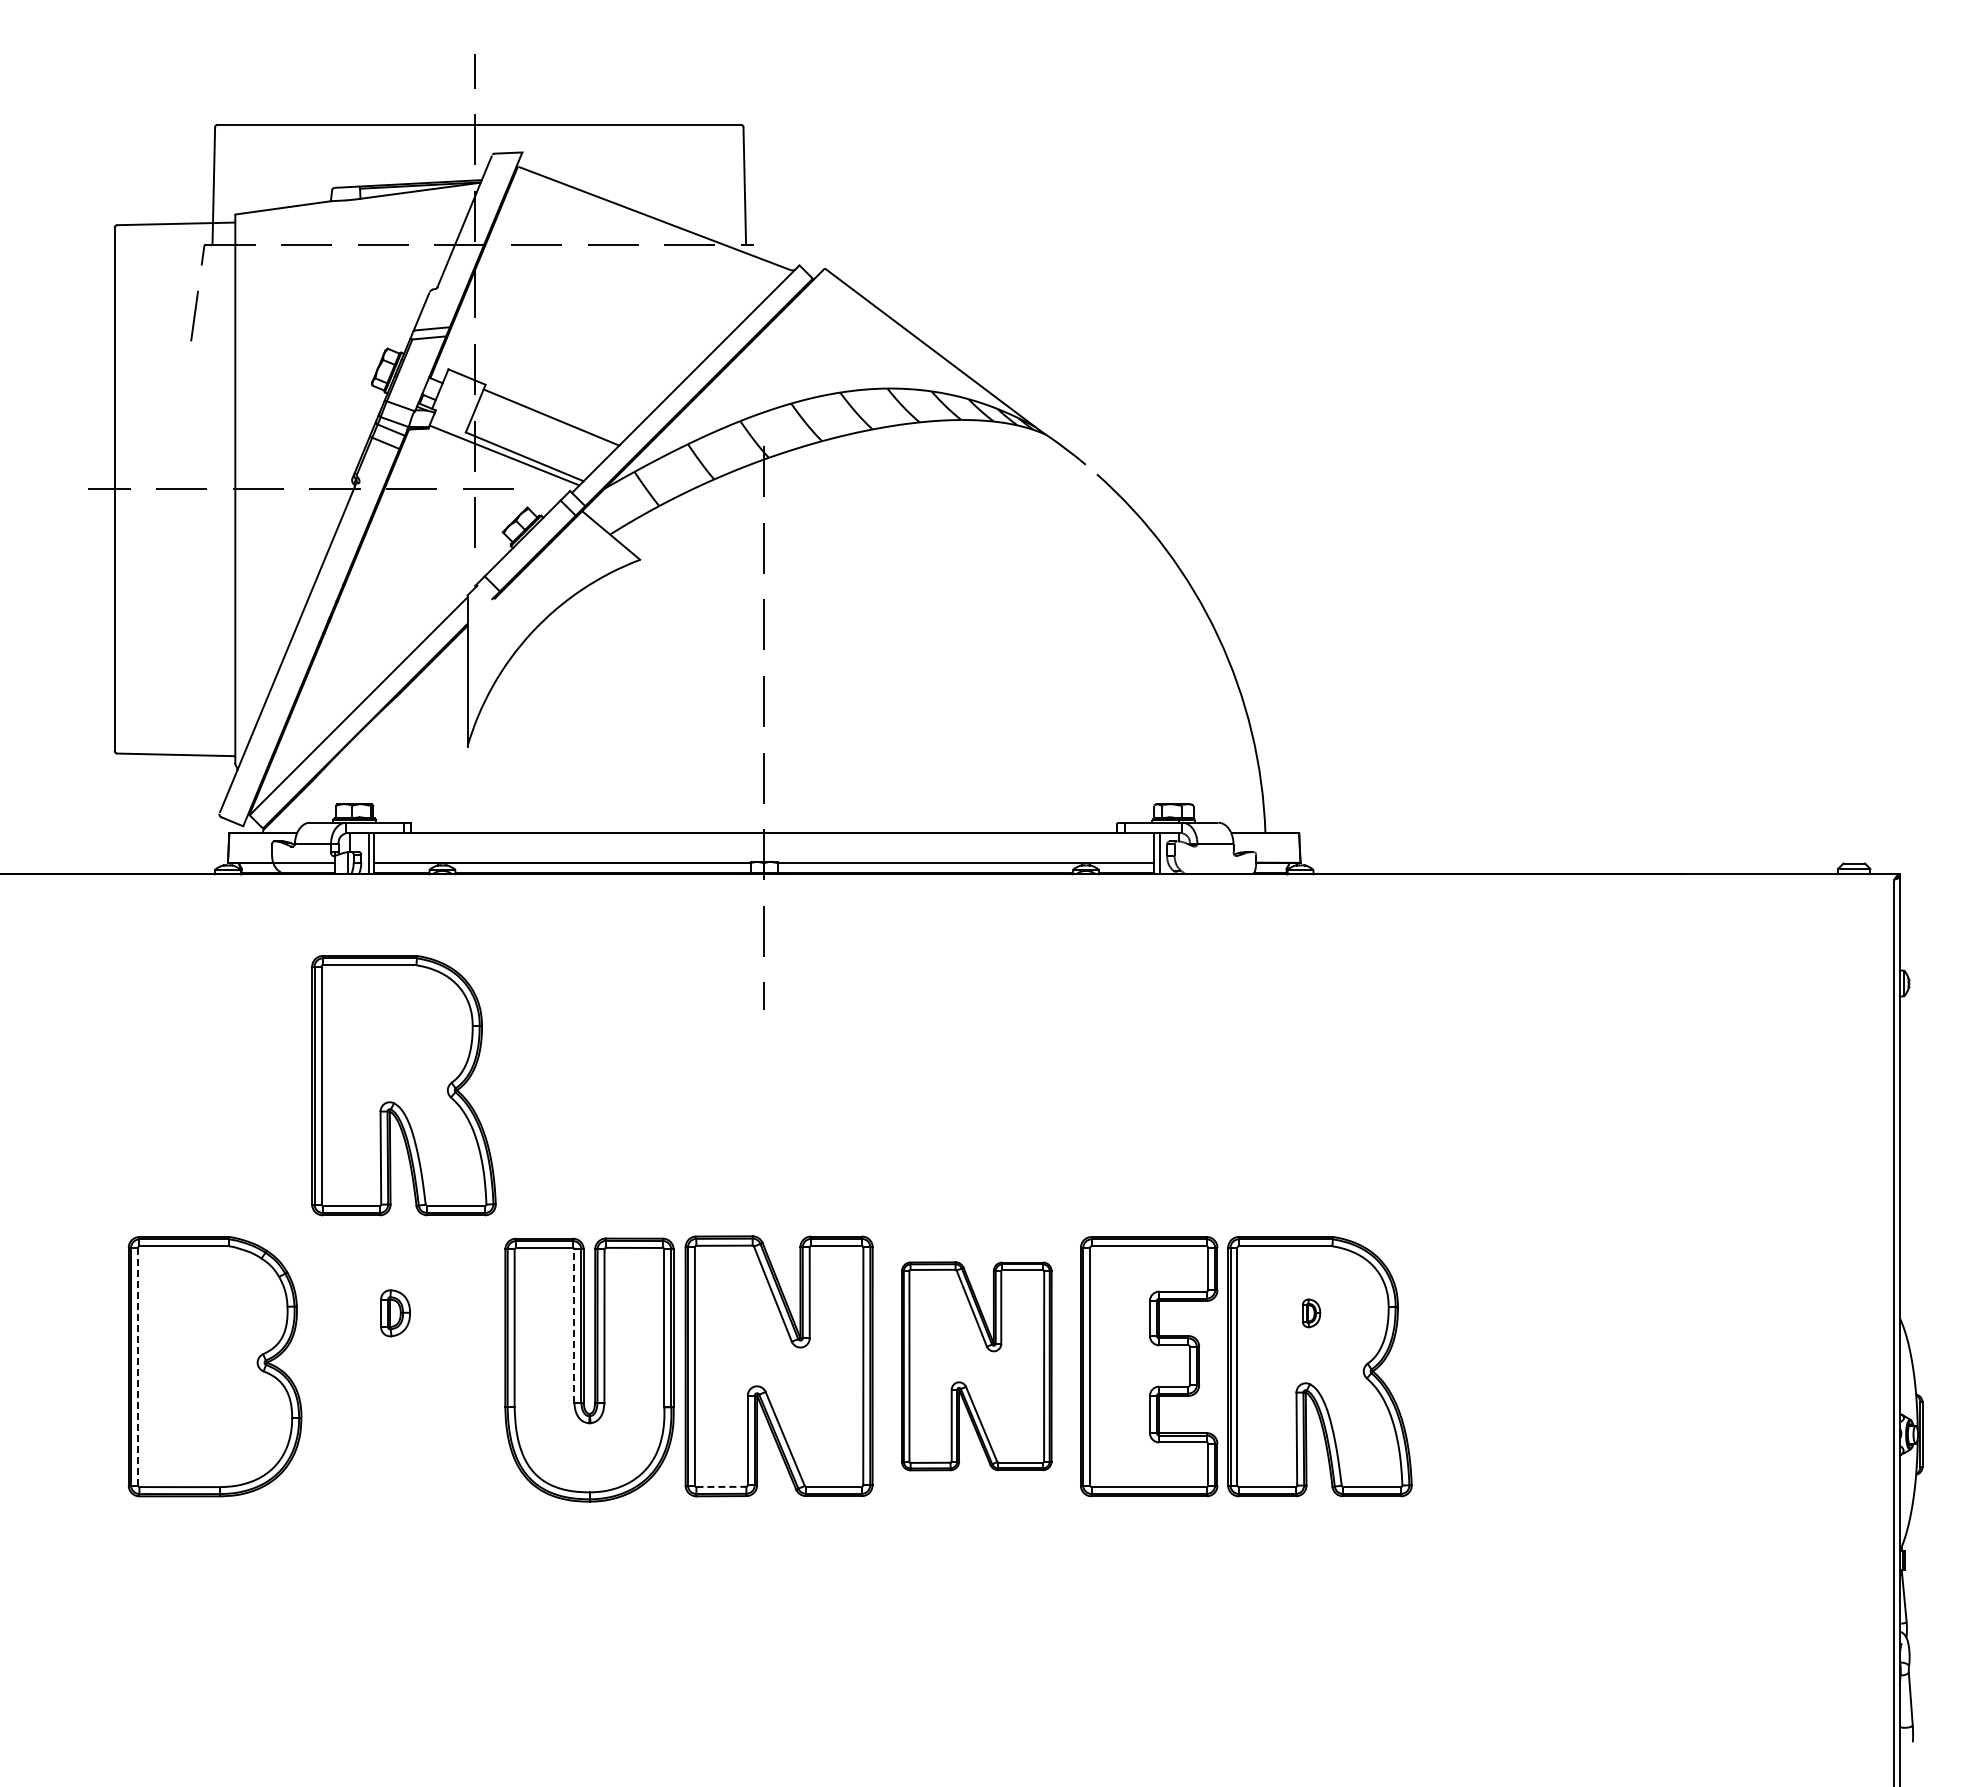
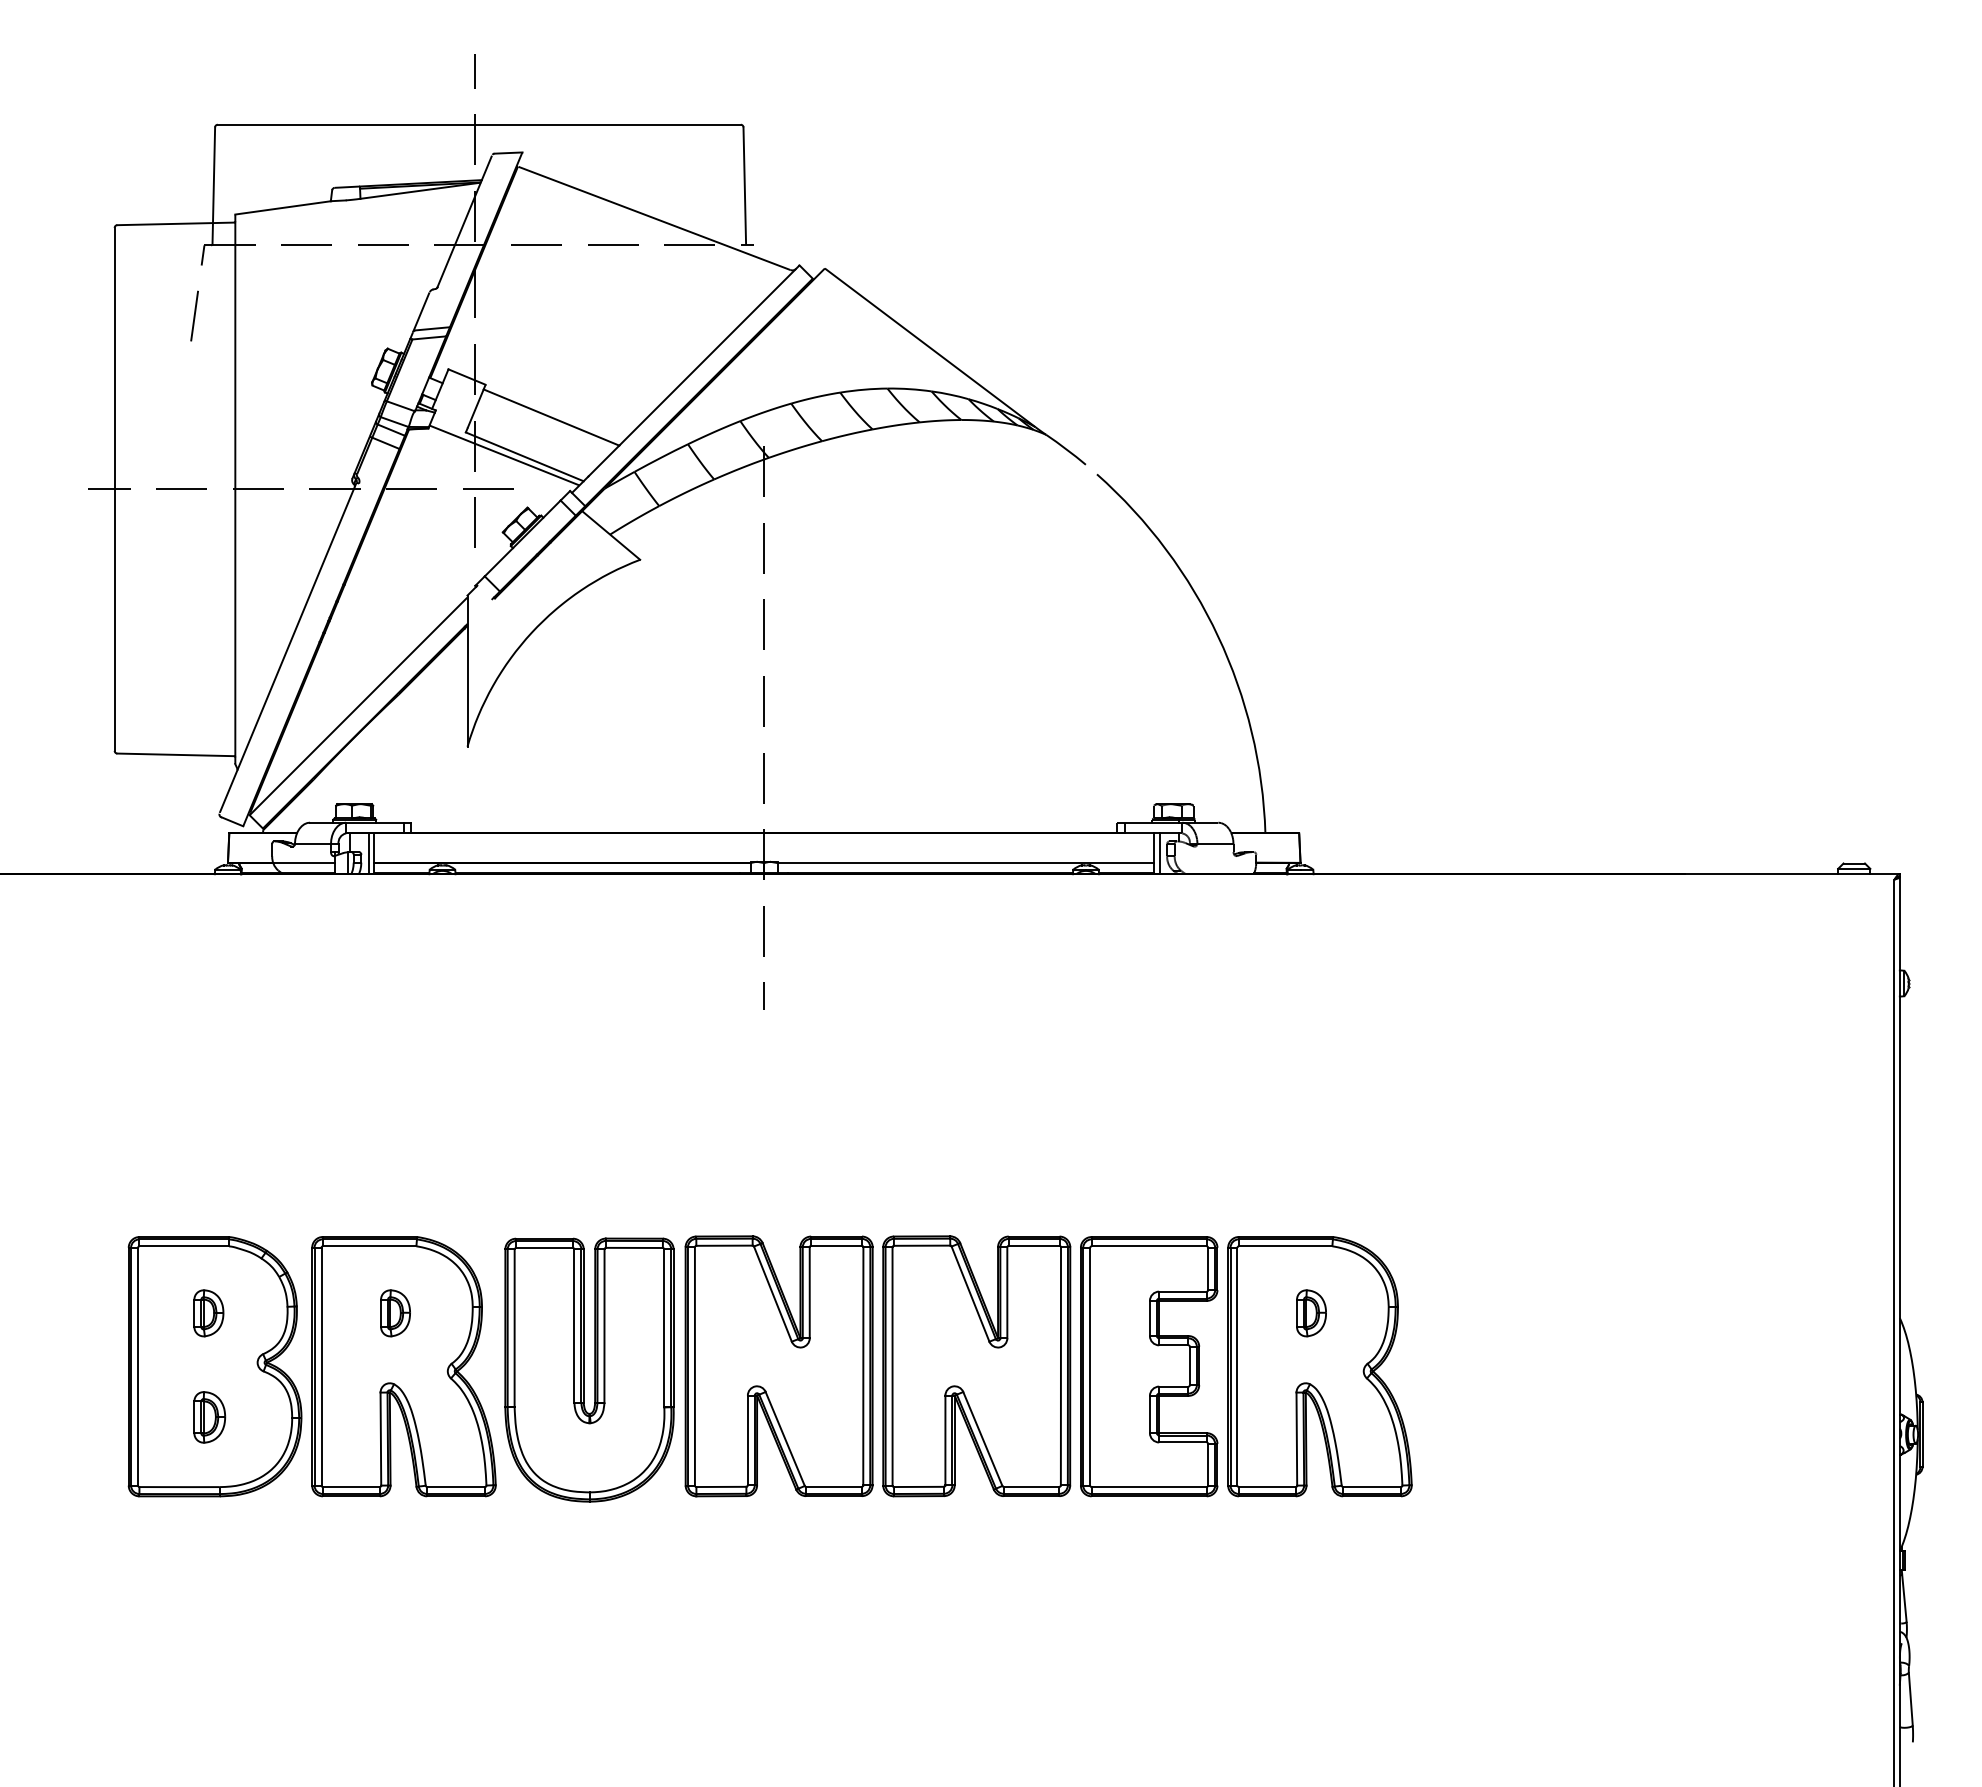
part at (403, 1085) position: (403, 1085) -> (403, 1366)
part at (208, 1313): none -> present
part at (1311, 1313) size: 20x31 px -> 31x49 px
line at (574, 1326): dashed -> solid
line at (138, 1366): dashed -> solid
part at (976, 1366) size: 152x211 px -> 190x263 px
part at (209, 1417): none -> present
line at (721, 1486): dashed -> solid
